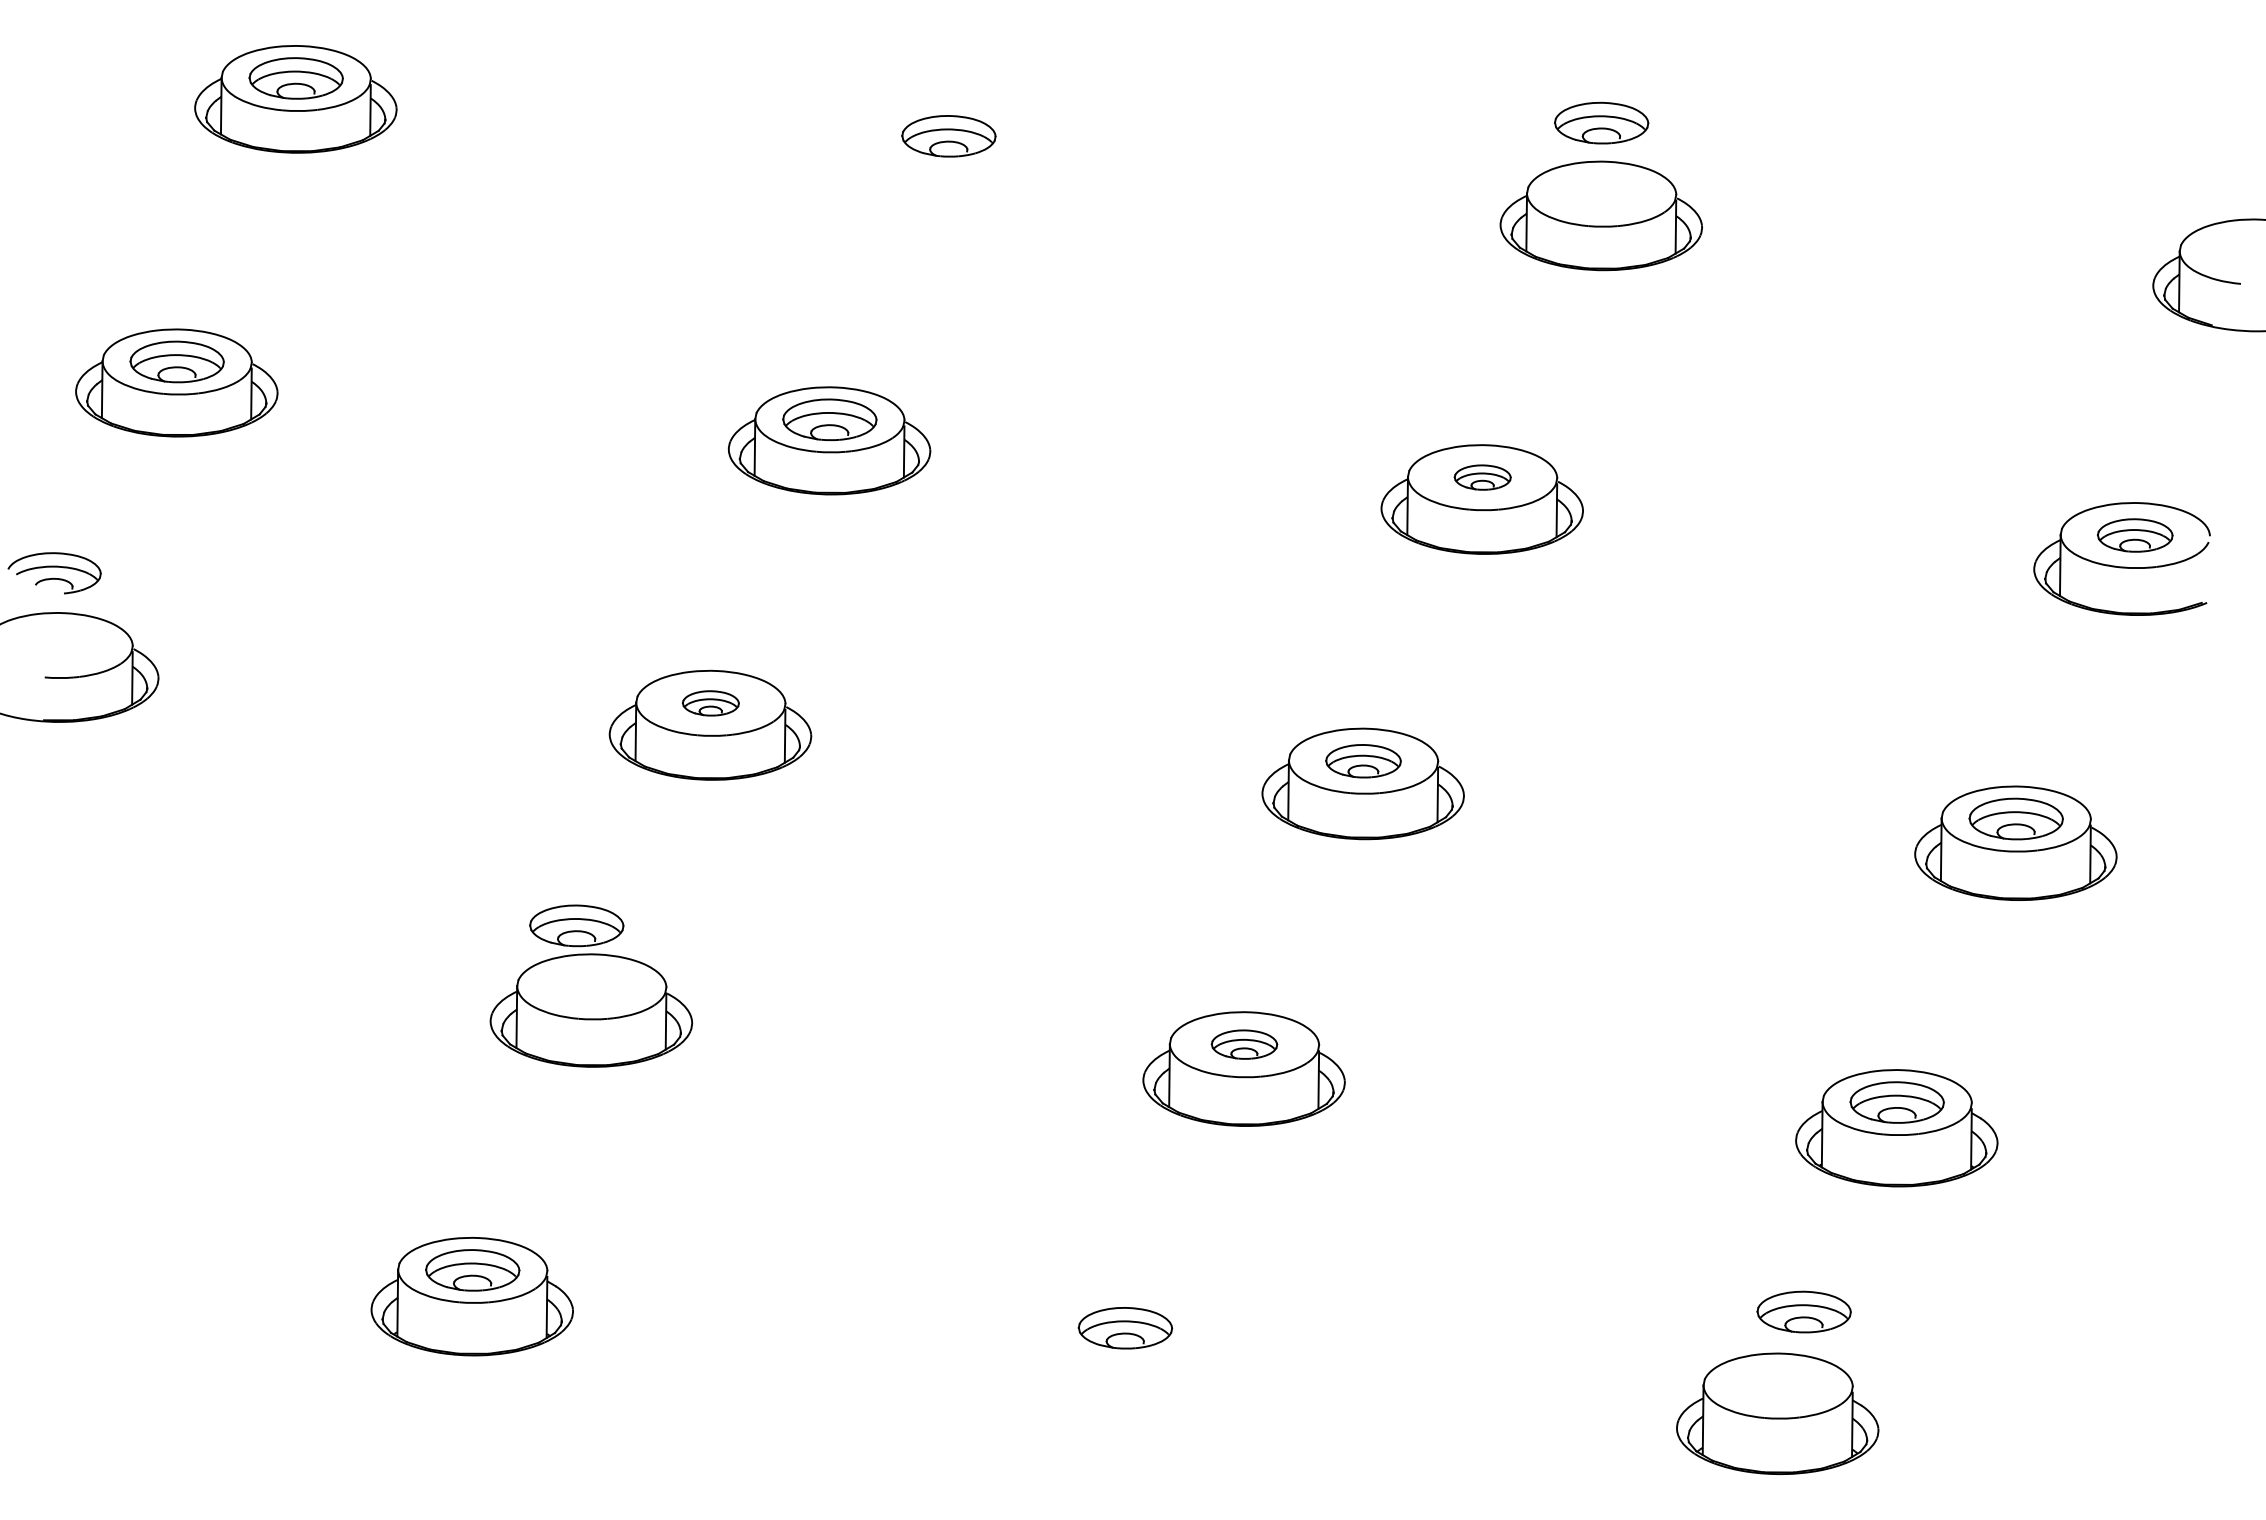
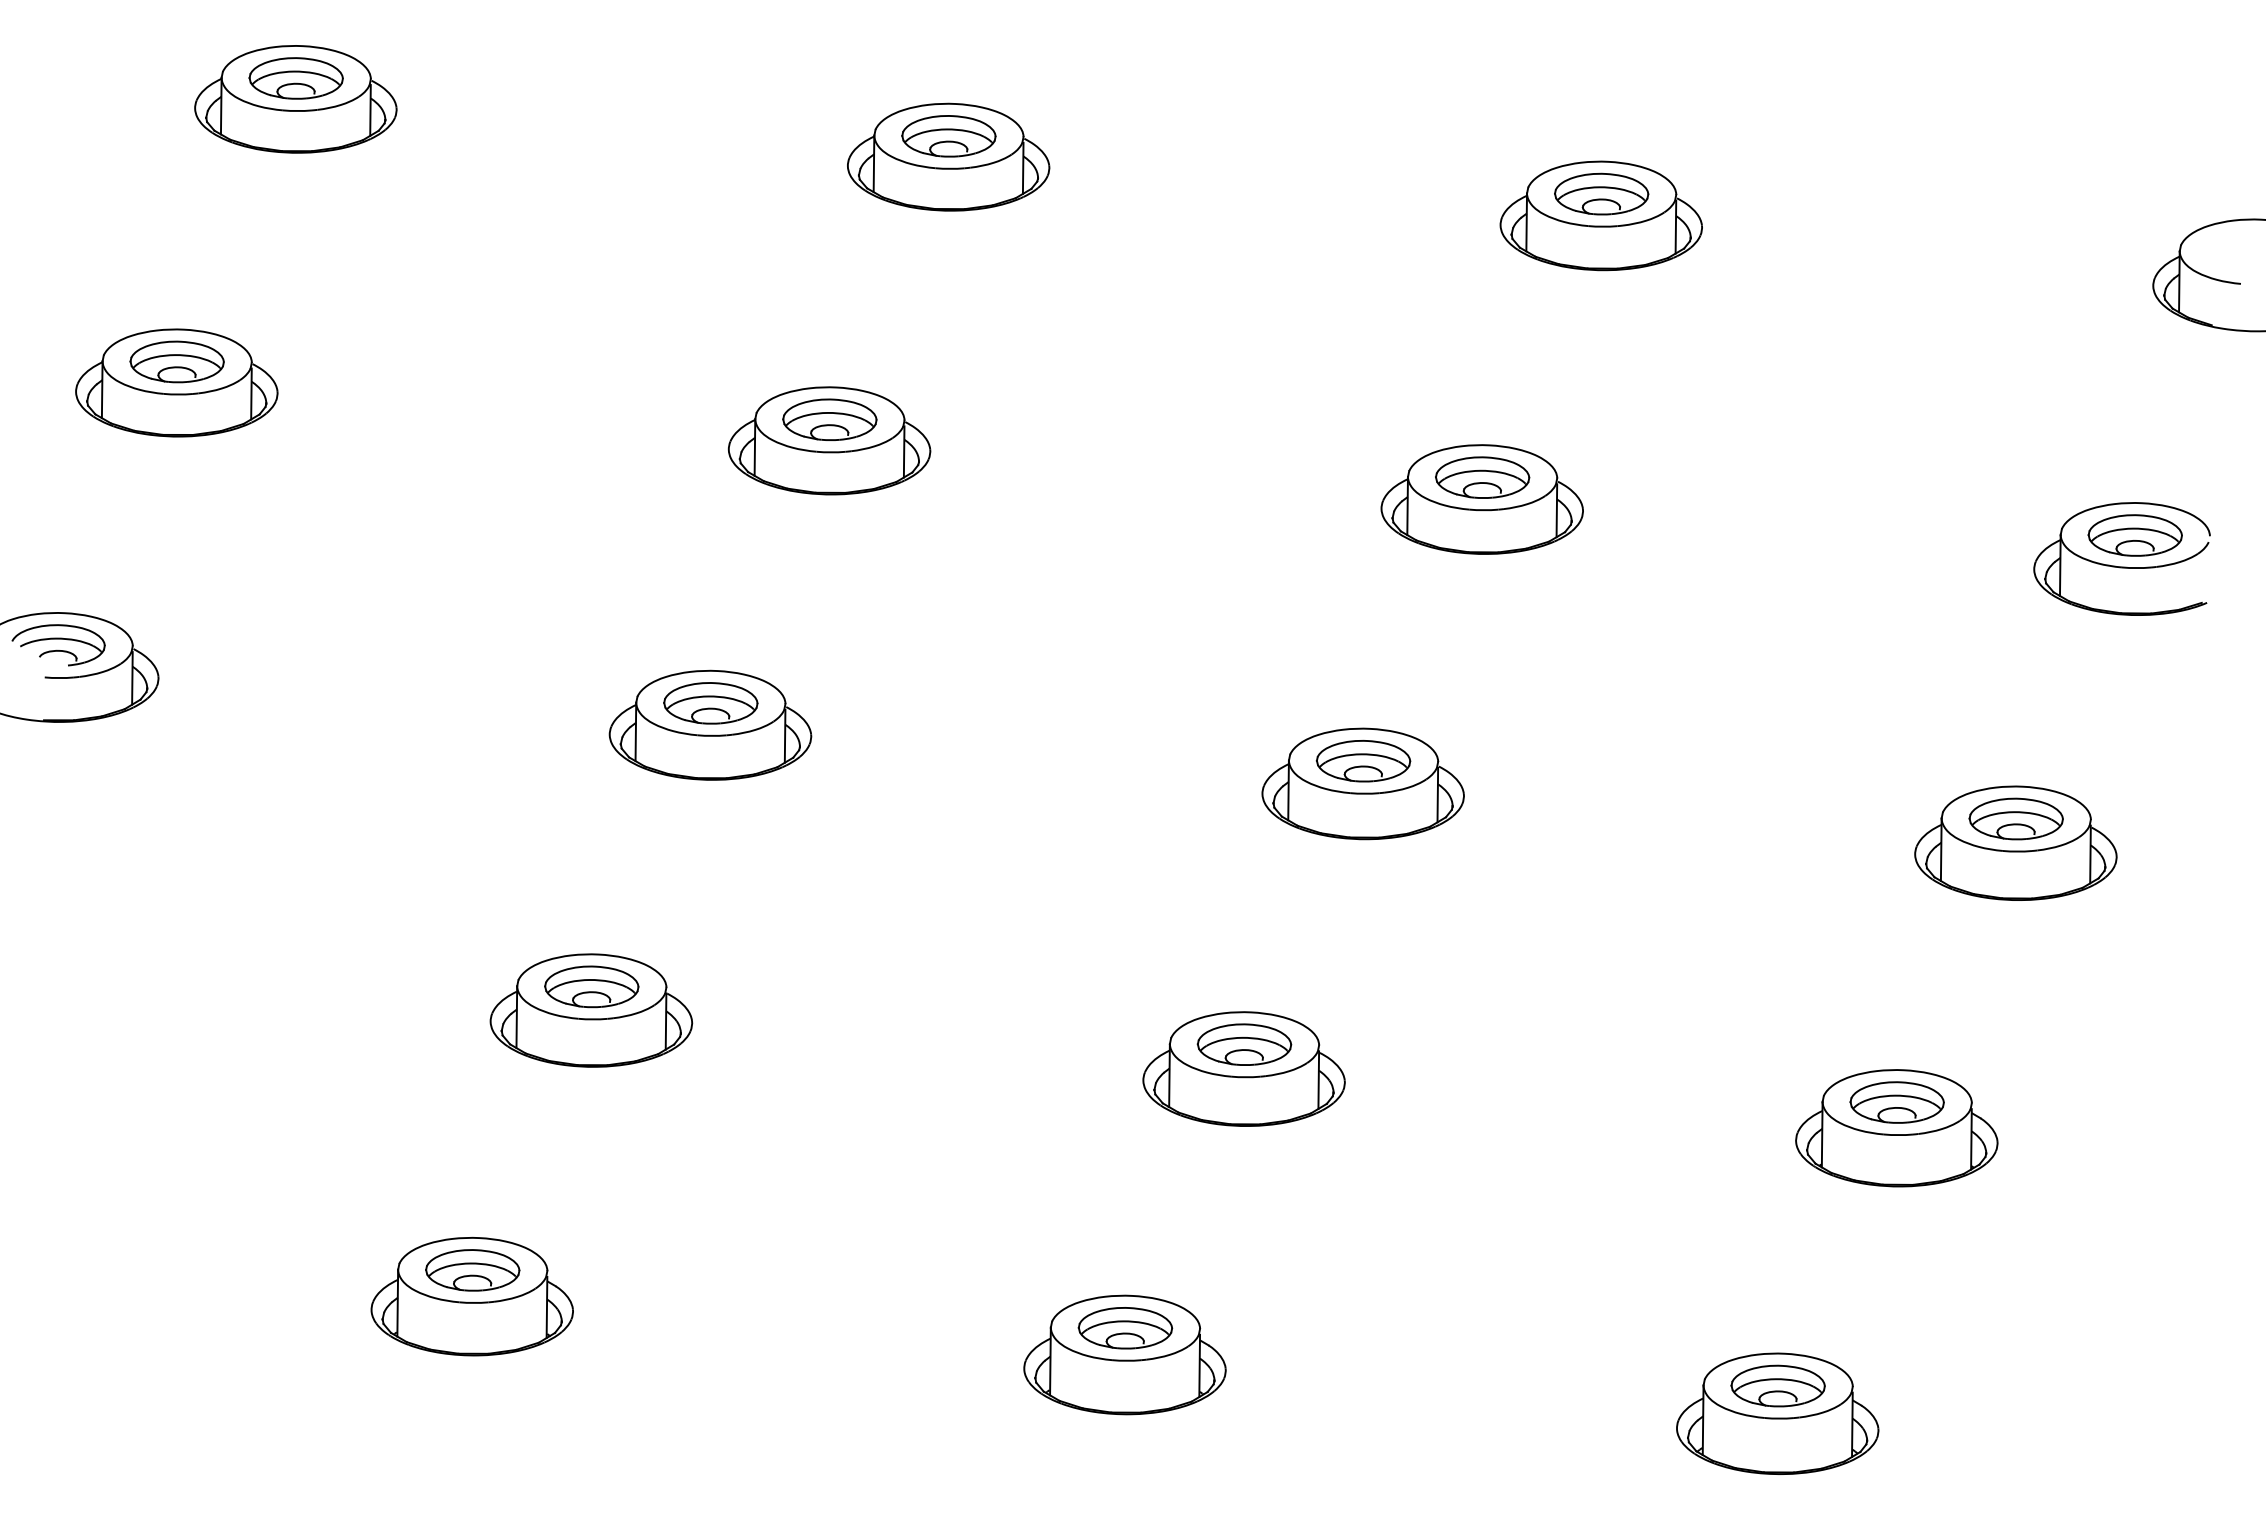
part at (1601, 122) position: (1601, 122) -> (1601, 193)
part at (948, 156): none -> present
part at (1482, 477) size: 59x27 px -> 96x43 px
part at (2135, 535) size: 77x35 px -> 96x43 px
part at (54, 573) position: (54, 573) -> (58, 645)
part at (710, 703) size: 58x27 px -> 96x43 px
part at (1363, 761) size: 77x35 px -> 97x43 px
part at (576, 925) position: (576, 925) -> (591, 986)
part at (1244, 1044) size: 69x31 px -> 97x43 px
part at (1803, 1311) position: (1803, 1311) -> (1777, 1385)
part at (1124, 1354): none -> present
